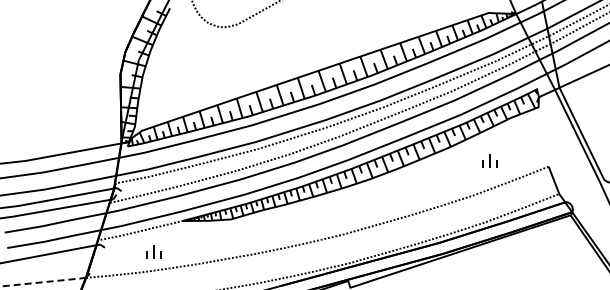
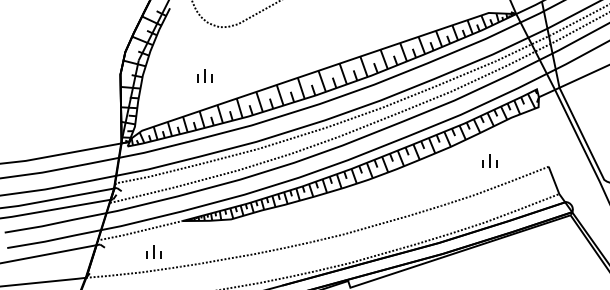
part at (204, 75): none -> present
line at (43, 282): dashed -> solid
